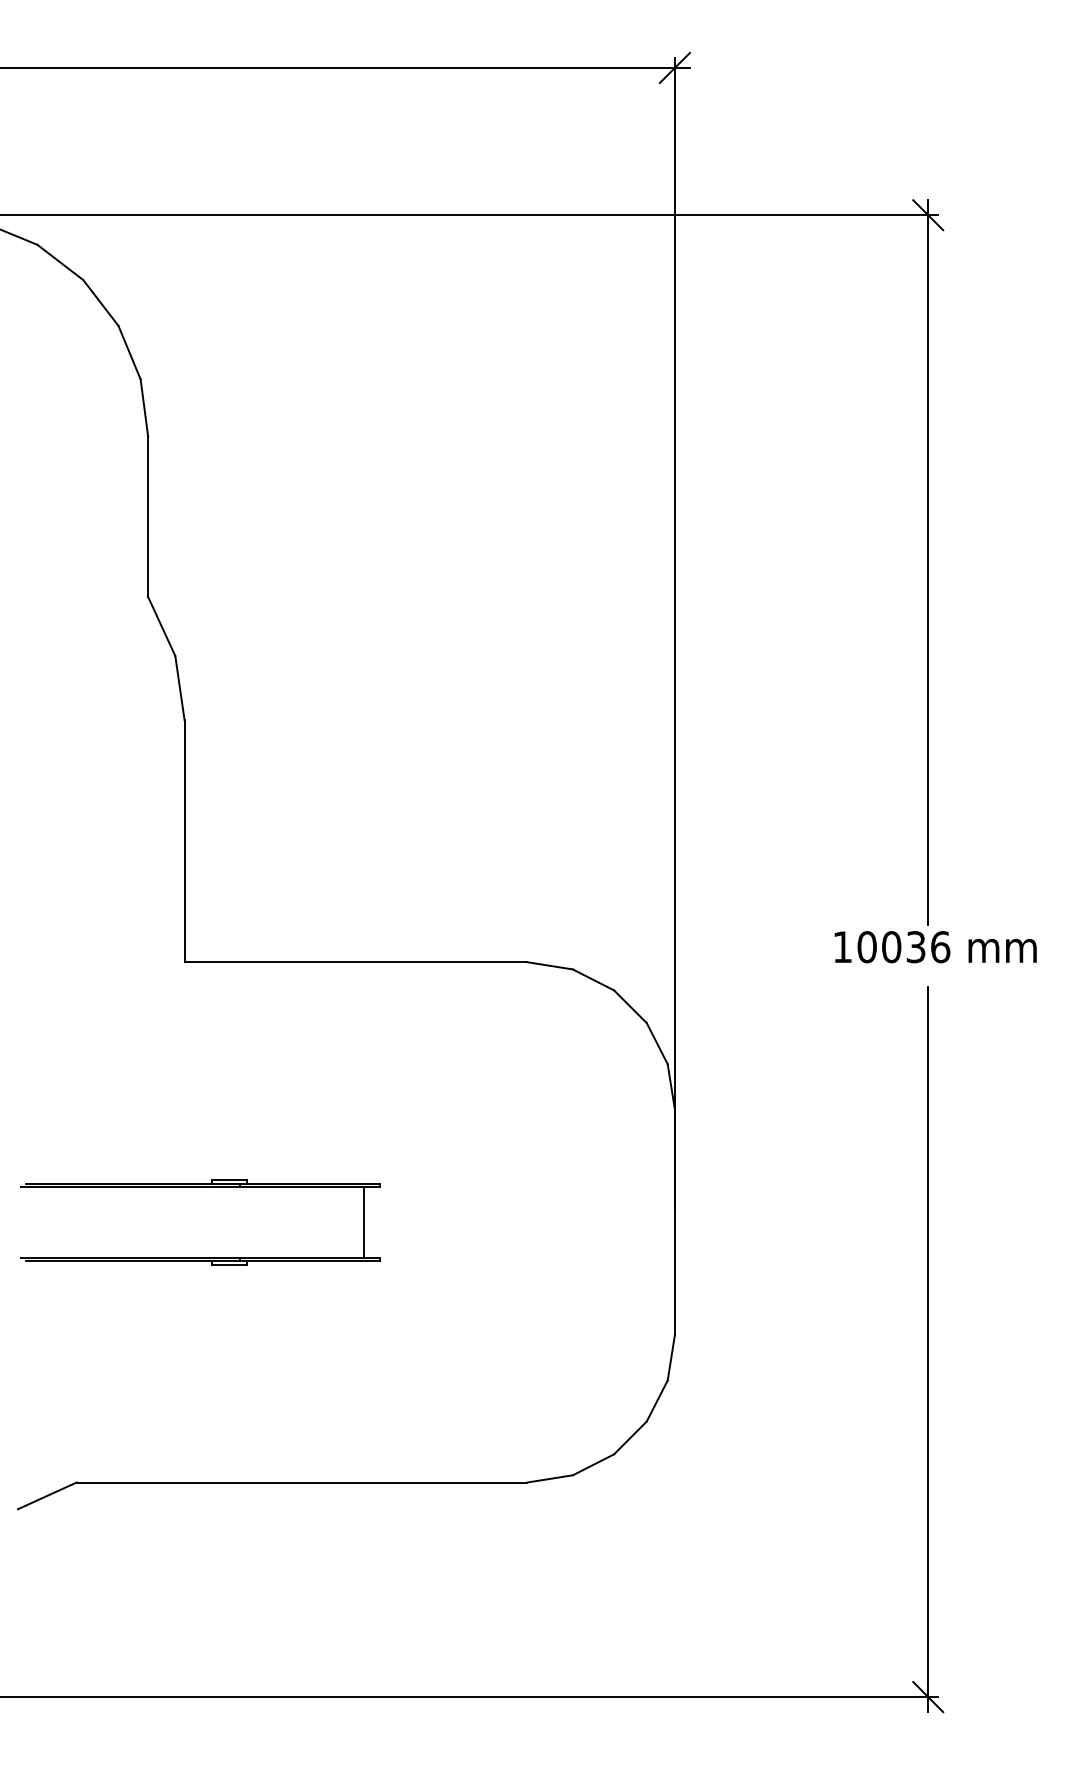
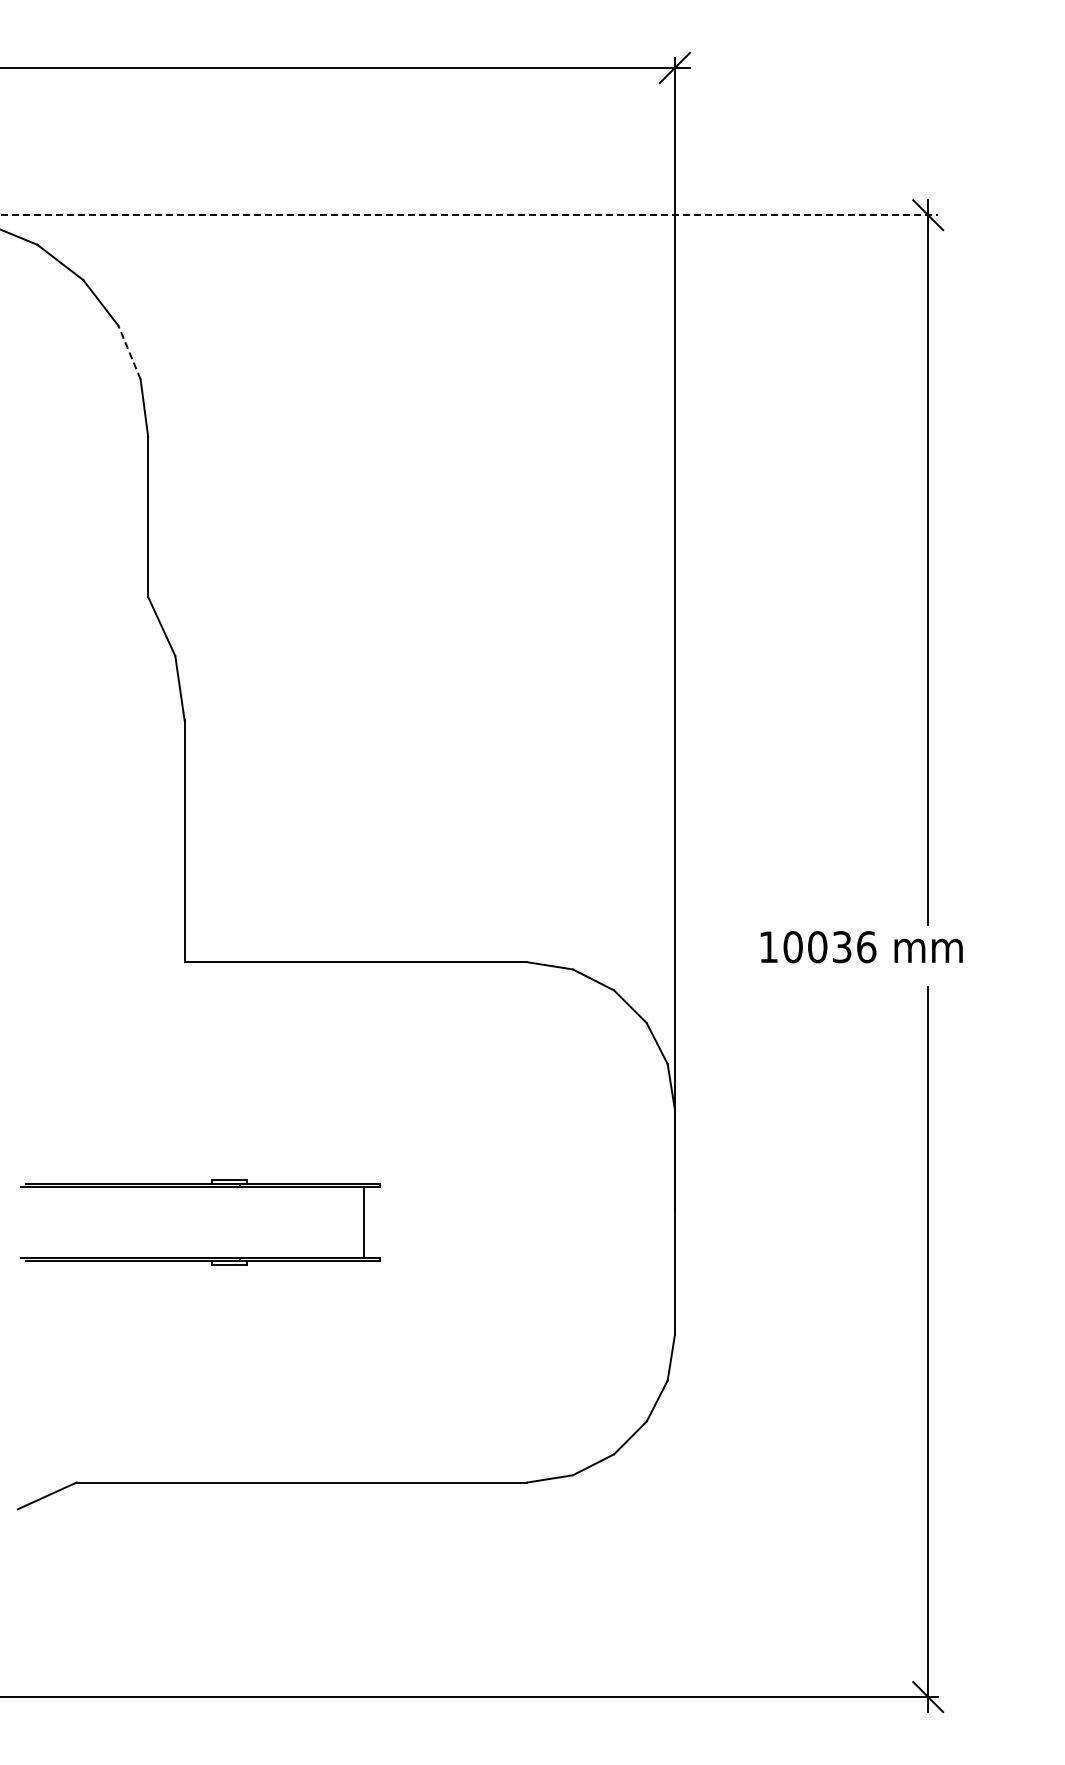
line at (469, 215): solid -> dashed
line at (129, 352): solid -> dashed
text at (935, 947) position: (935, 947) -> (861, 947)
